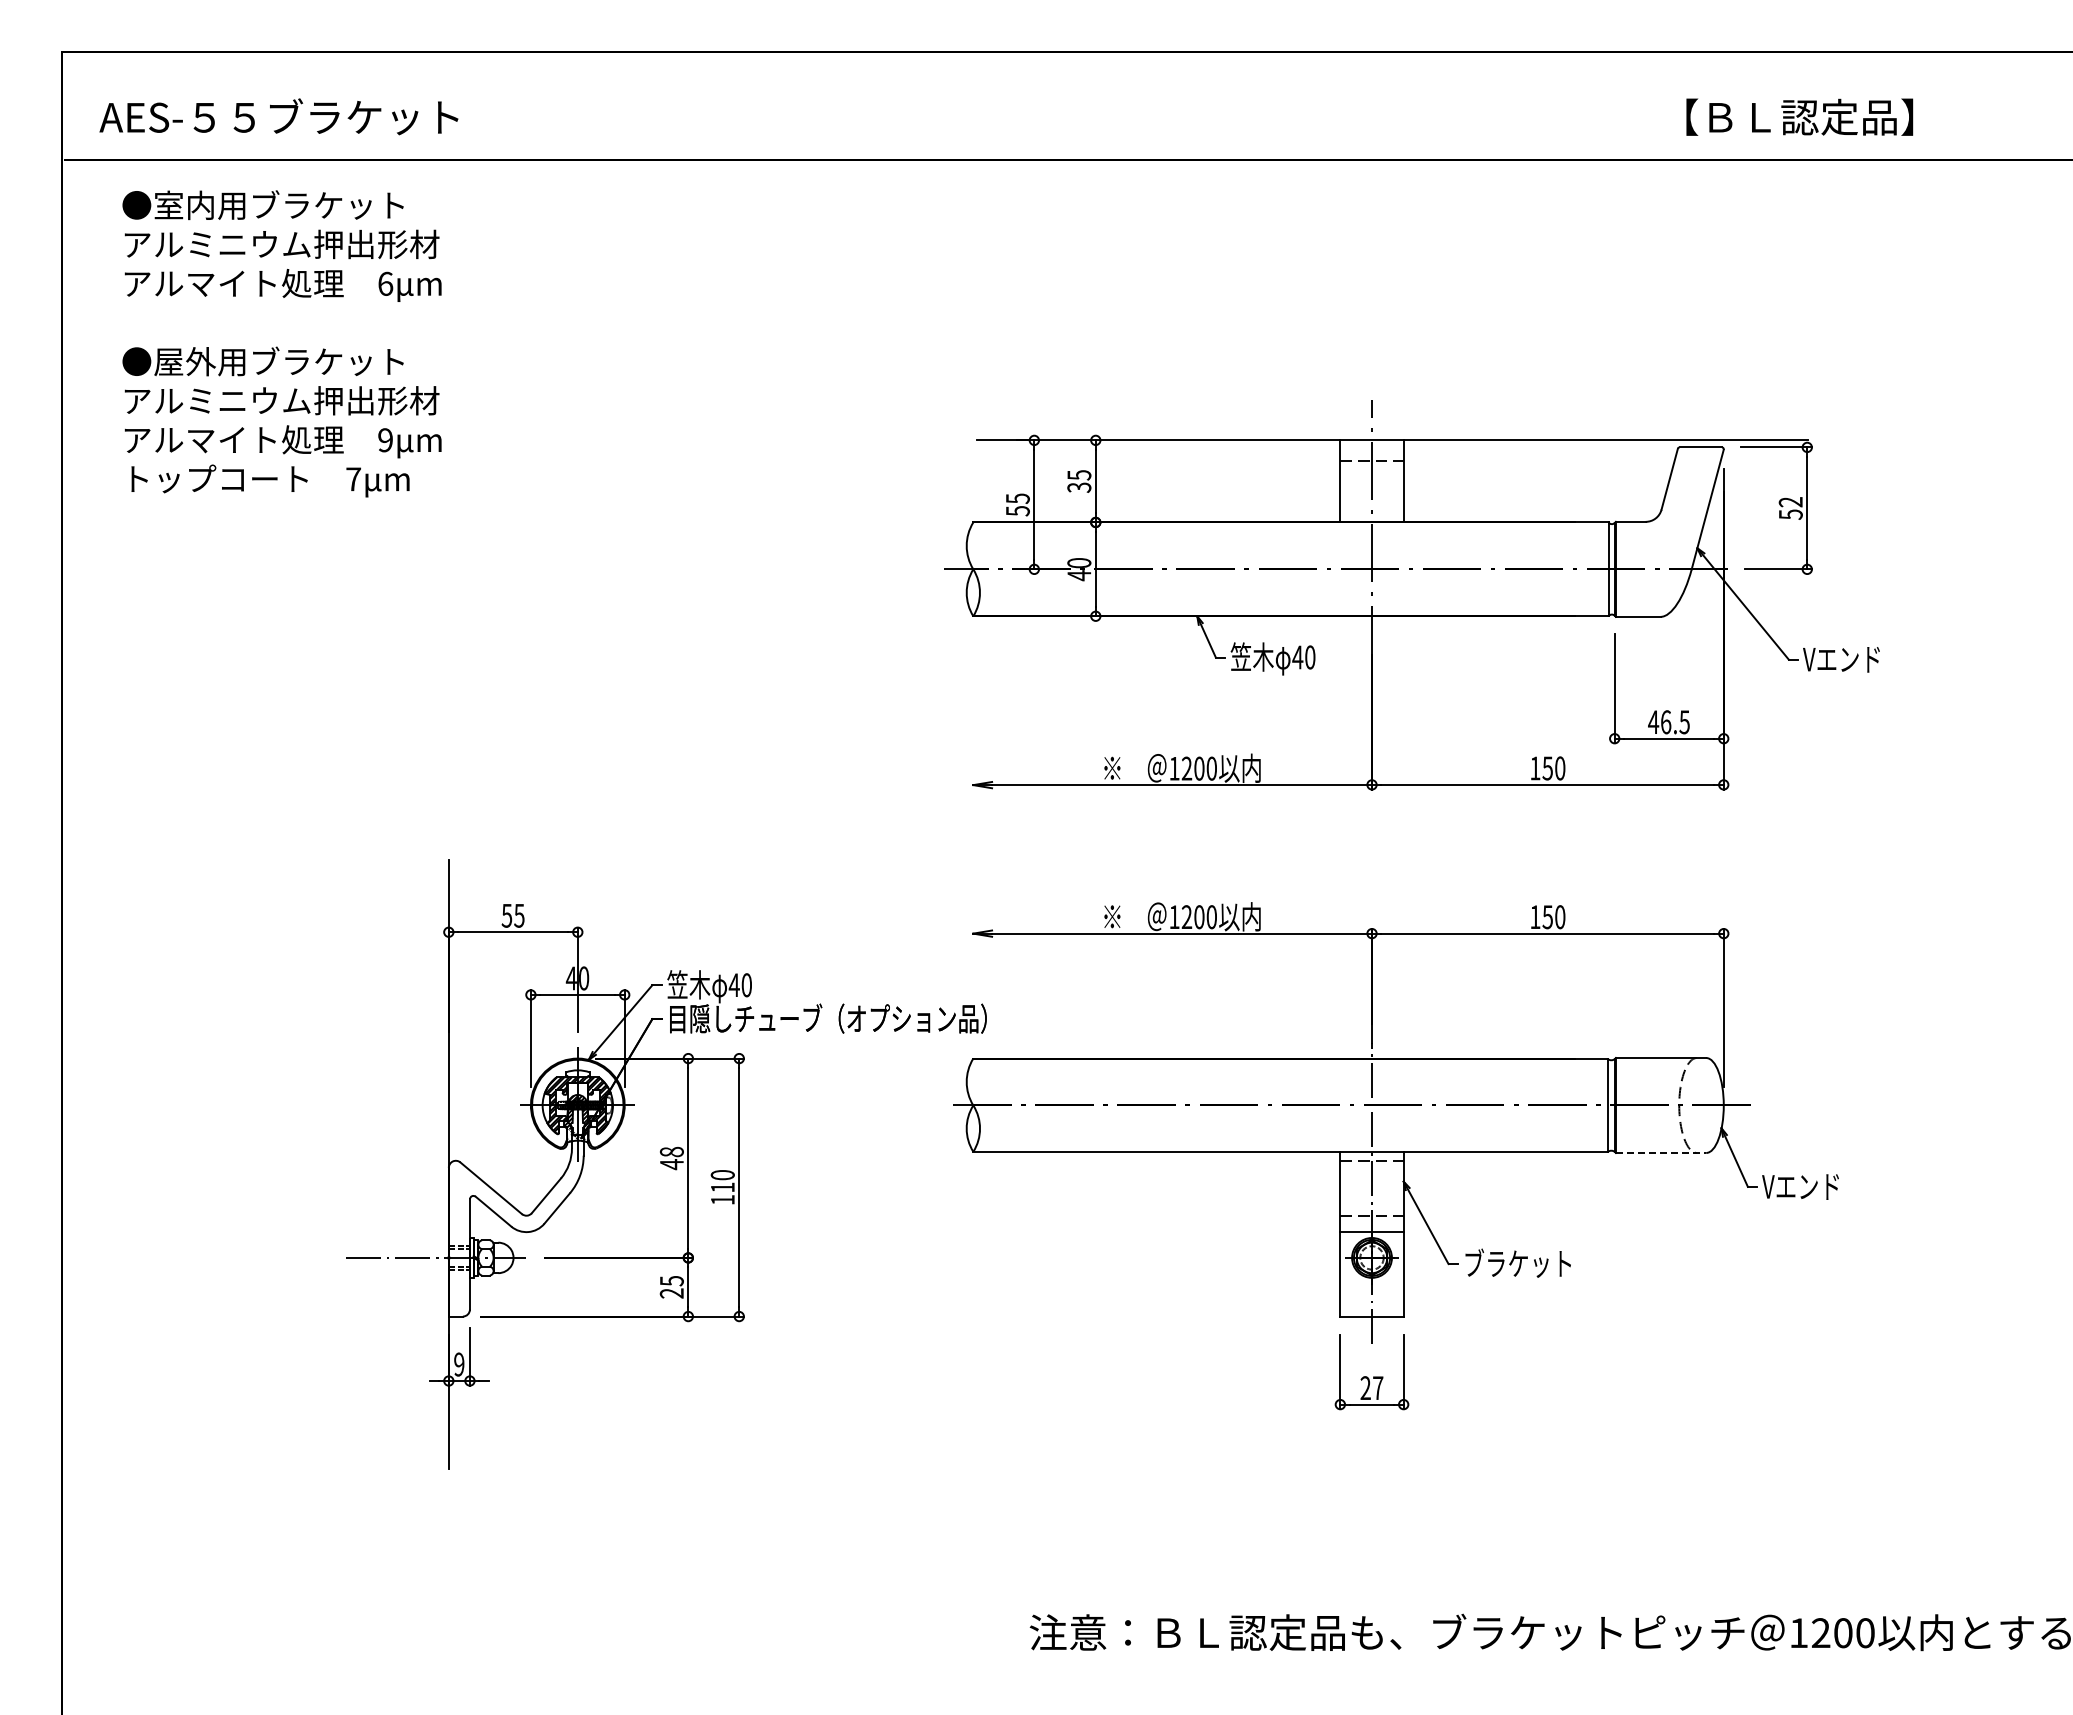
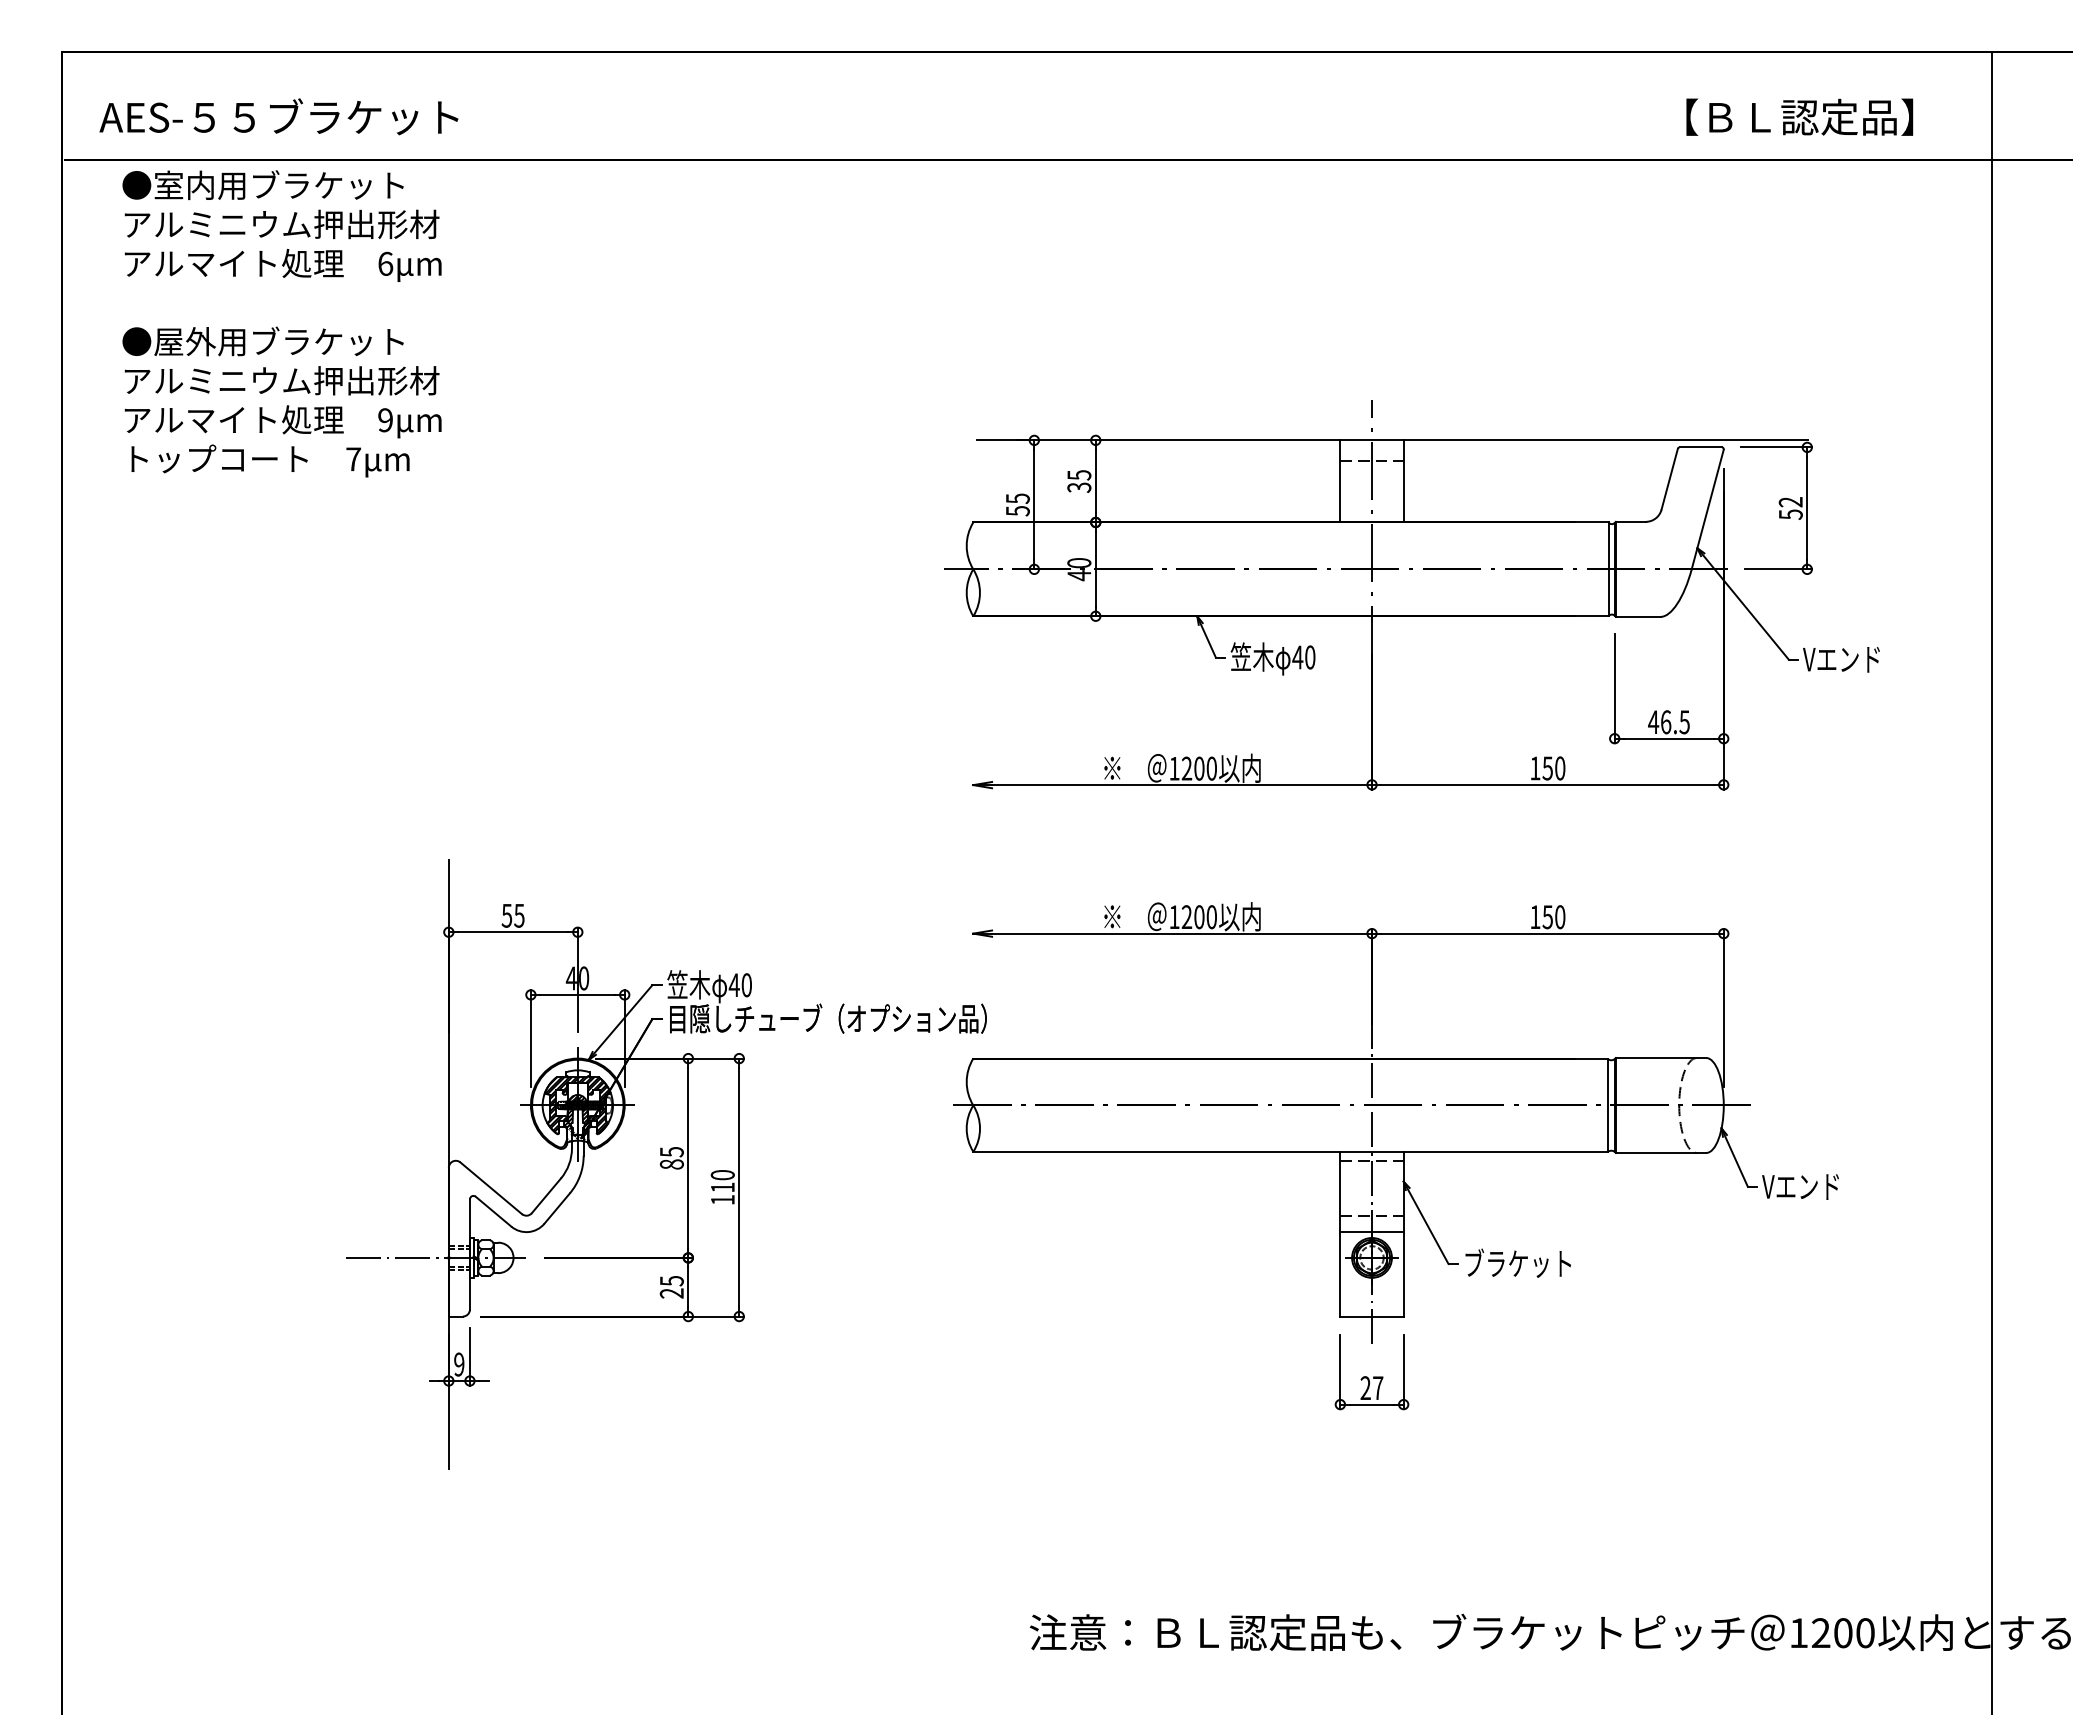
text at (281, 343) position: (281, 343) -> (281, 323)
line at (1992, 881): none -> present
line at (1661, 1152): dashed -> solid
text at (671, 1158): 48 -> 85
